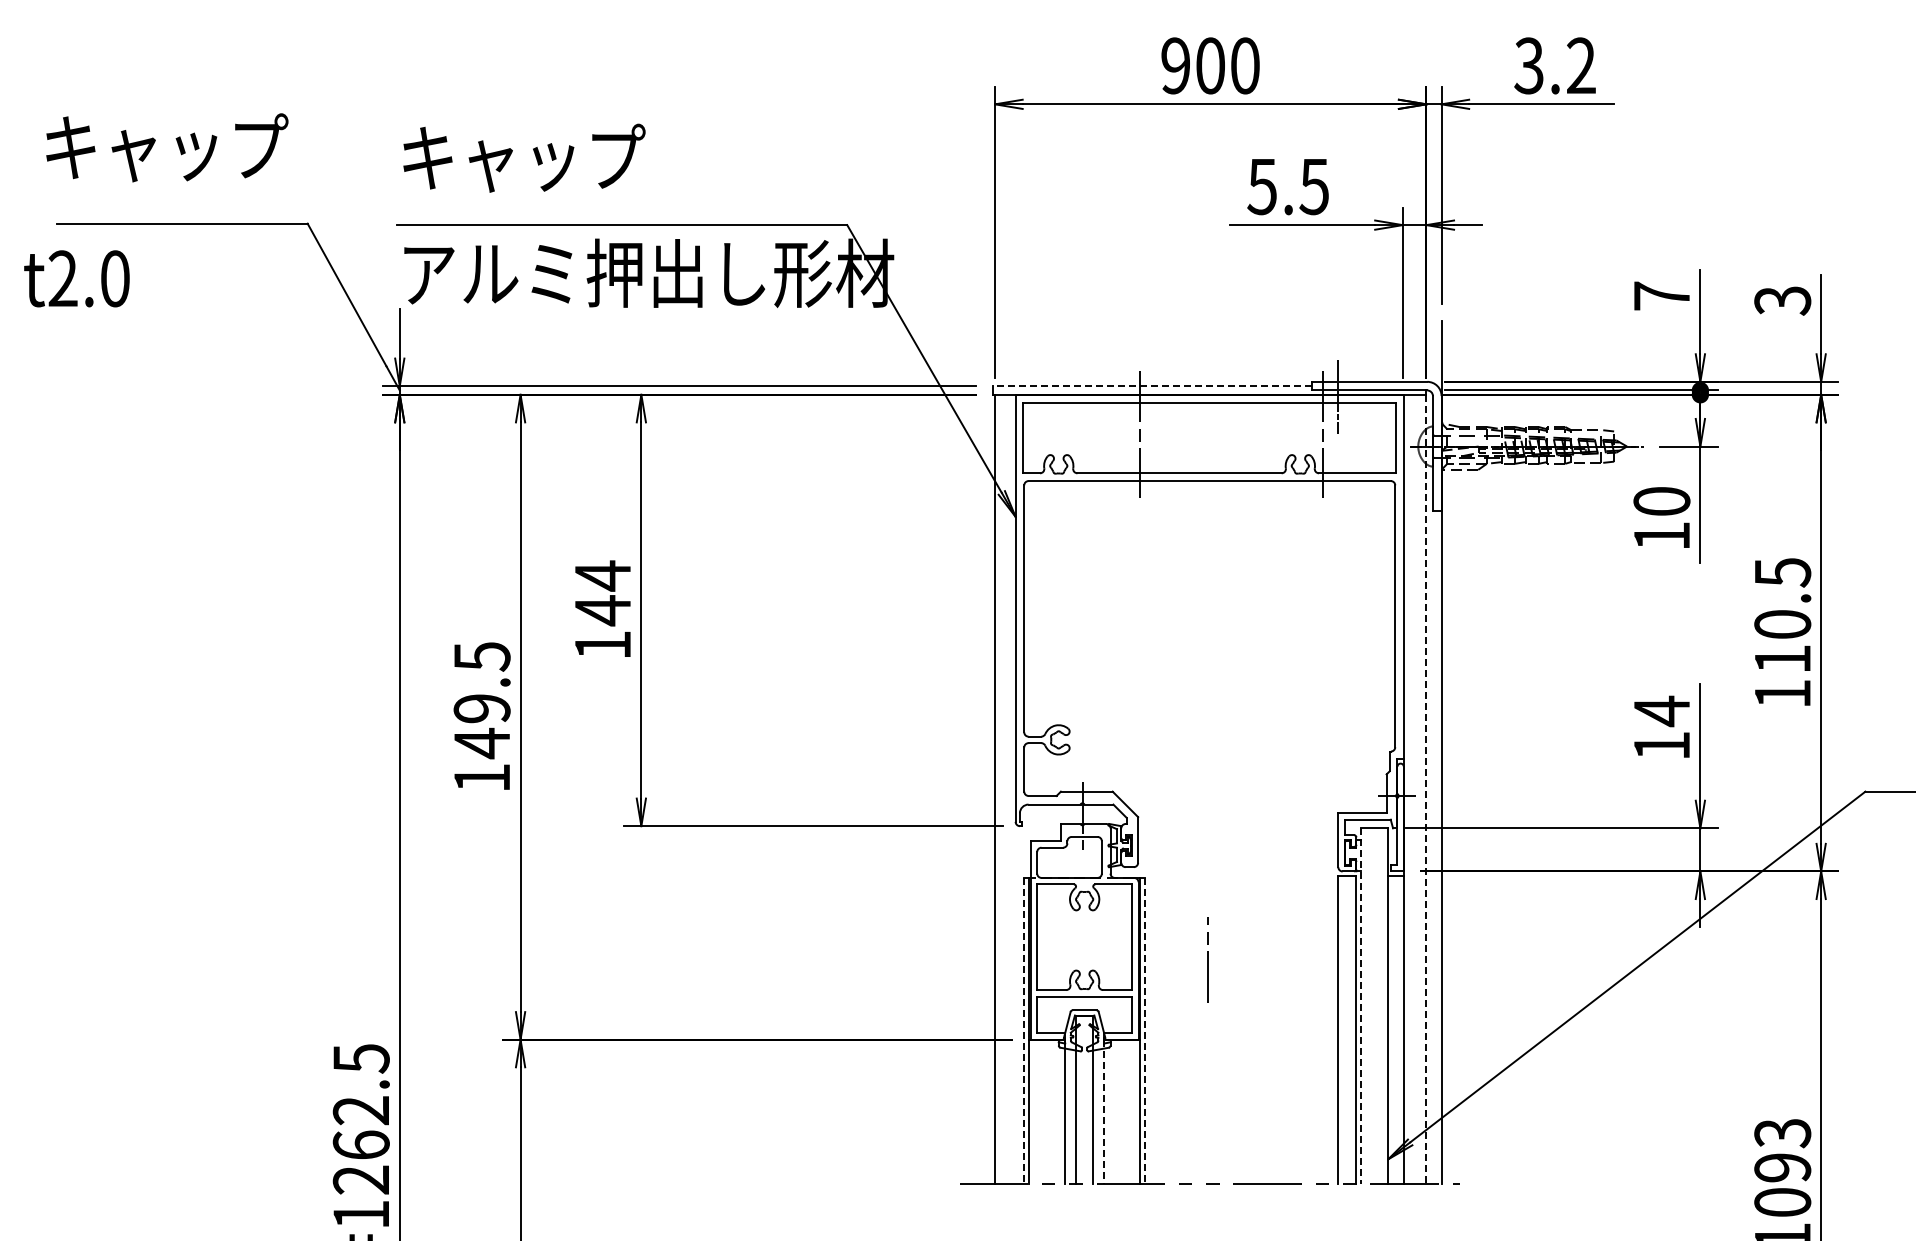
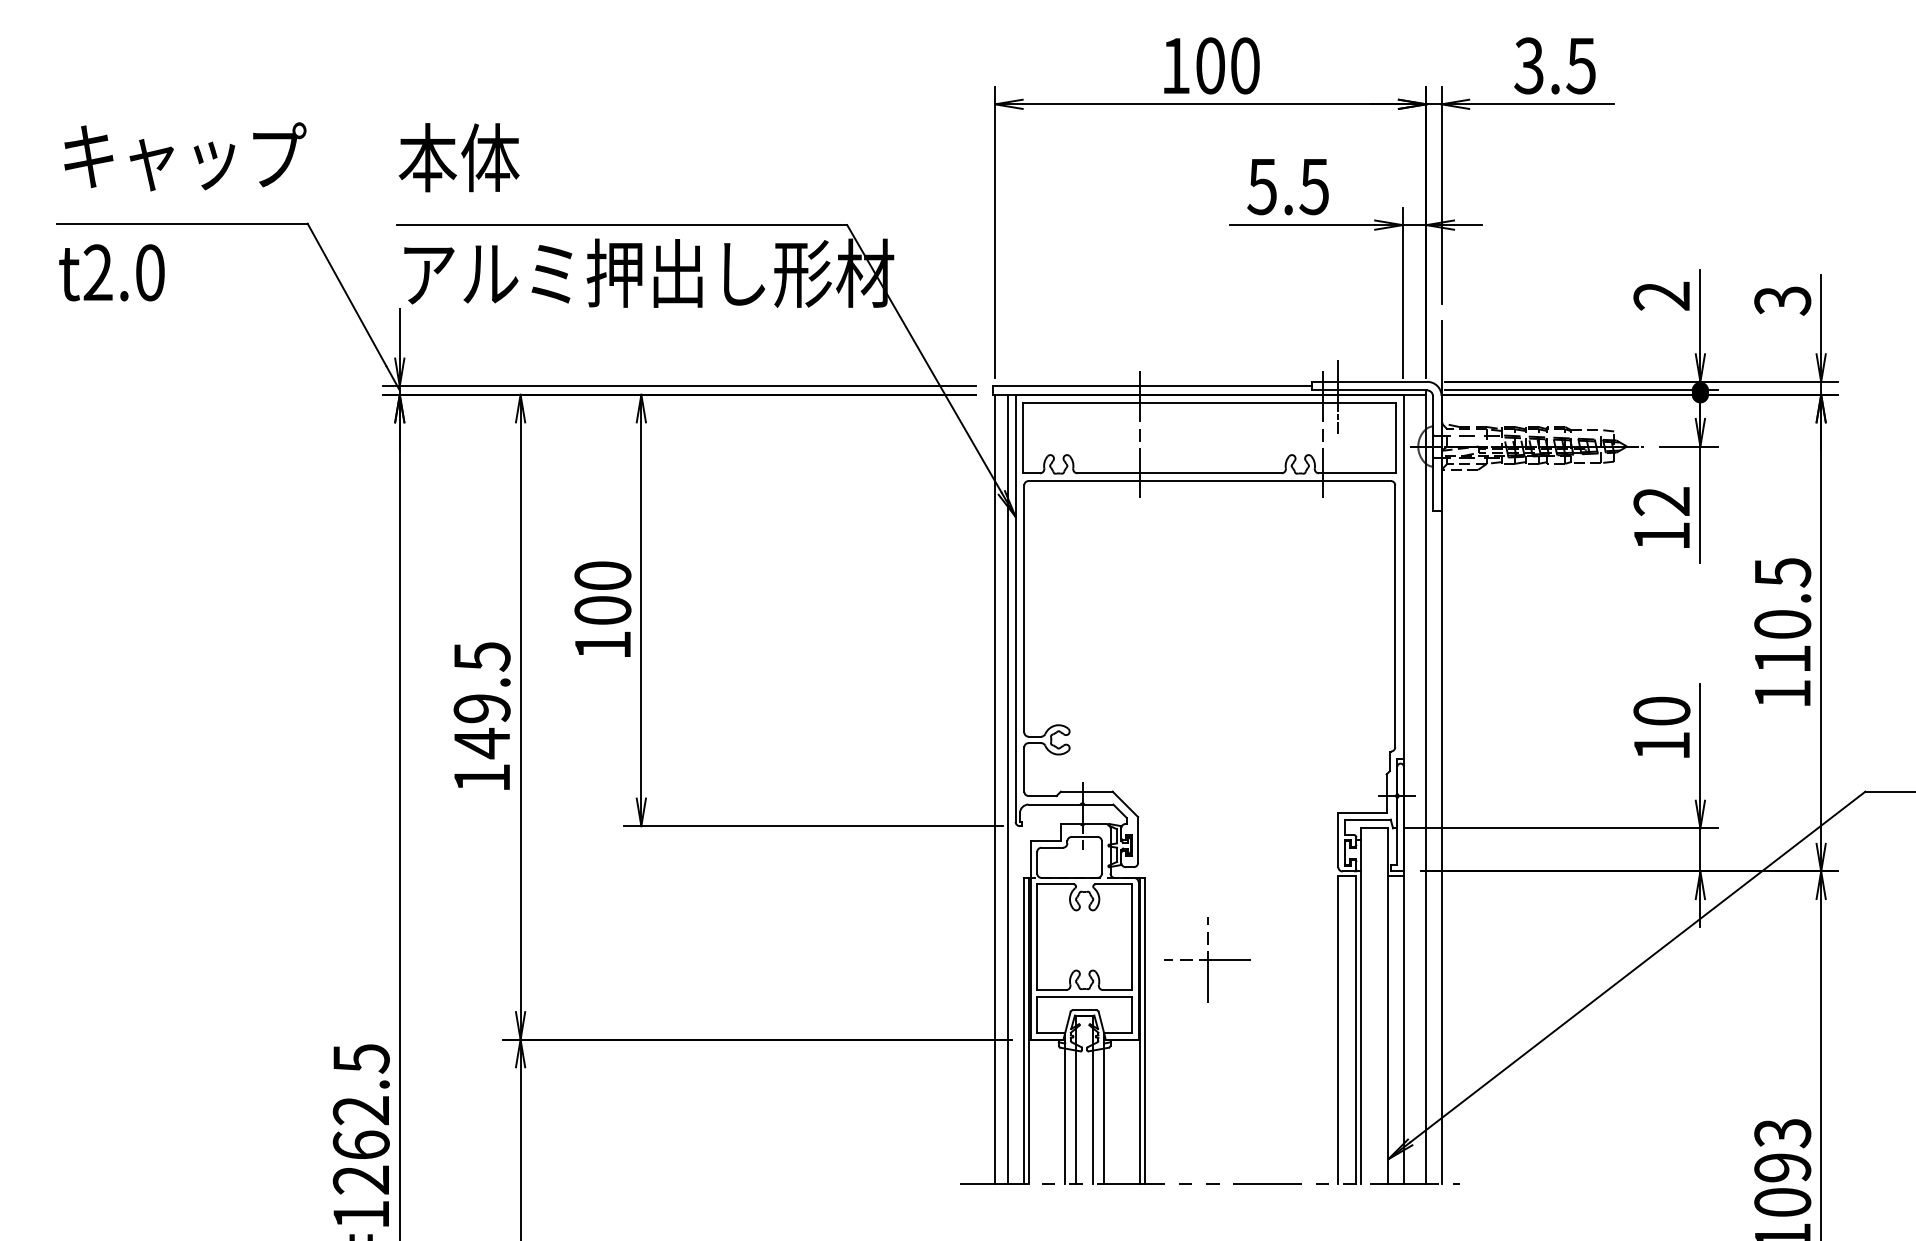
text at (1175, 65): 900 -> 100
text at (1580, 65): 3.2 -> 3.5
text at (167, 147) position: (167, 147) -> (185, 156)
text at (521, 157): キャップ -> 本体
text at (76, 278) position: (76, 278) -> (111, 272)
text at (1661, 295): 7 -> 2
line at (1152, 386): dashed -> solid
text at (1661, 501): 10 -> 12
text at (602, 593): 144 -> 100
text at (1661, 711): 14 -> 10
line at (1008, 789): none -> present
line at (1426, 789): dashed -> solid
line at (1207, 959): none -> present
line at (1360, 1006): dashed -> solid
line at (1024, 1031): dashed -> solid
line at (1145, 1031): dashed -> solid
line at (1104, 1112): dashed -> solid
